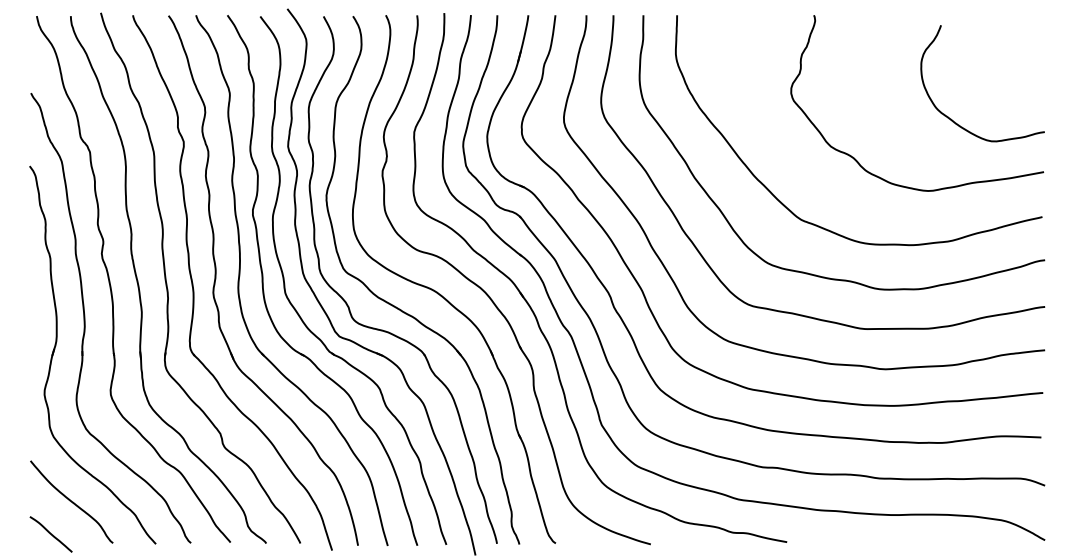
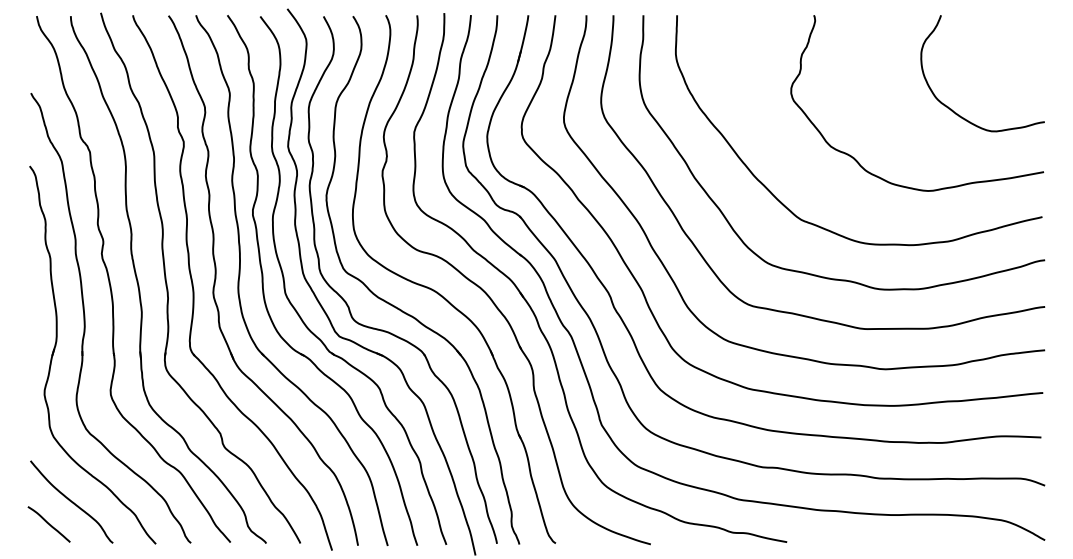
curve at (951, 118) position: (951, 118) -> (951, 108)
curve at (50, 534) position: (50, 534) -> (48, 524)
